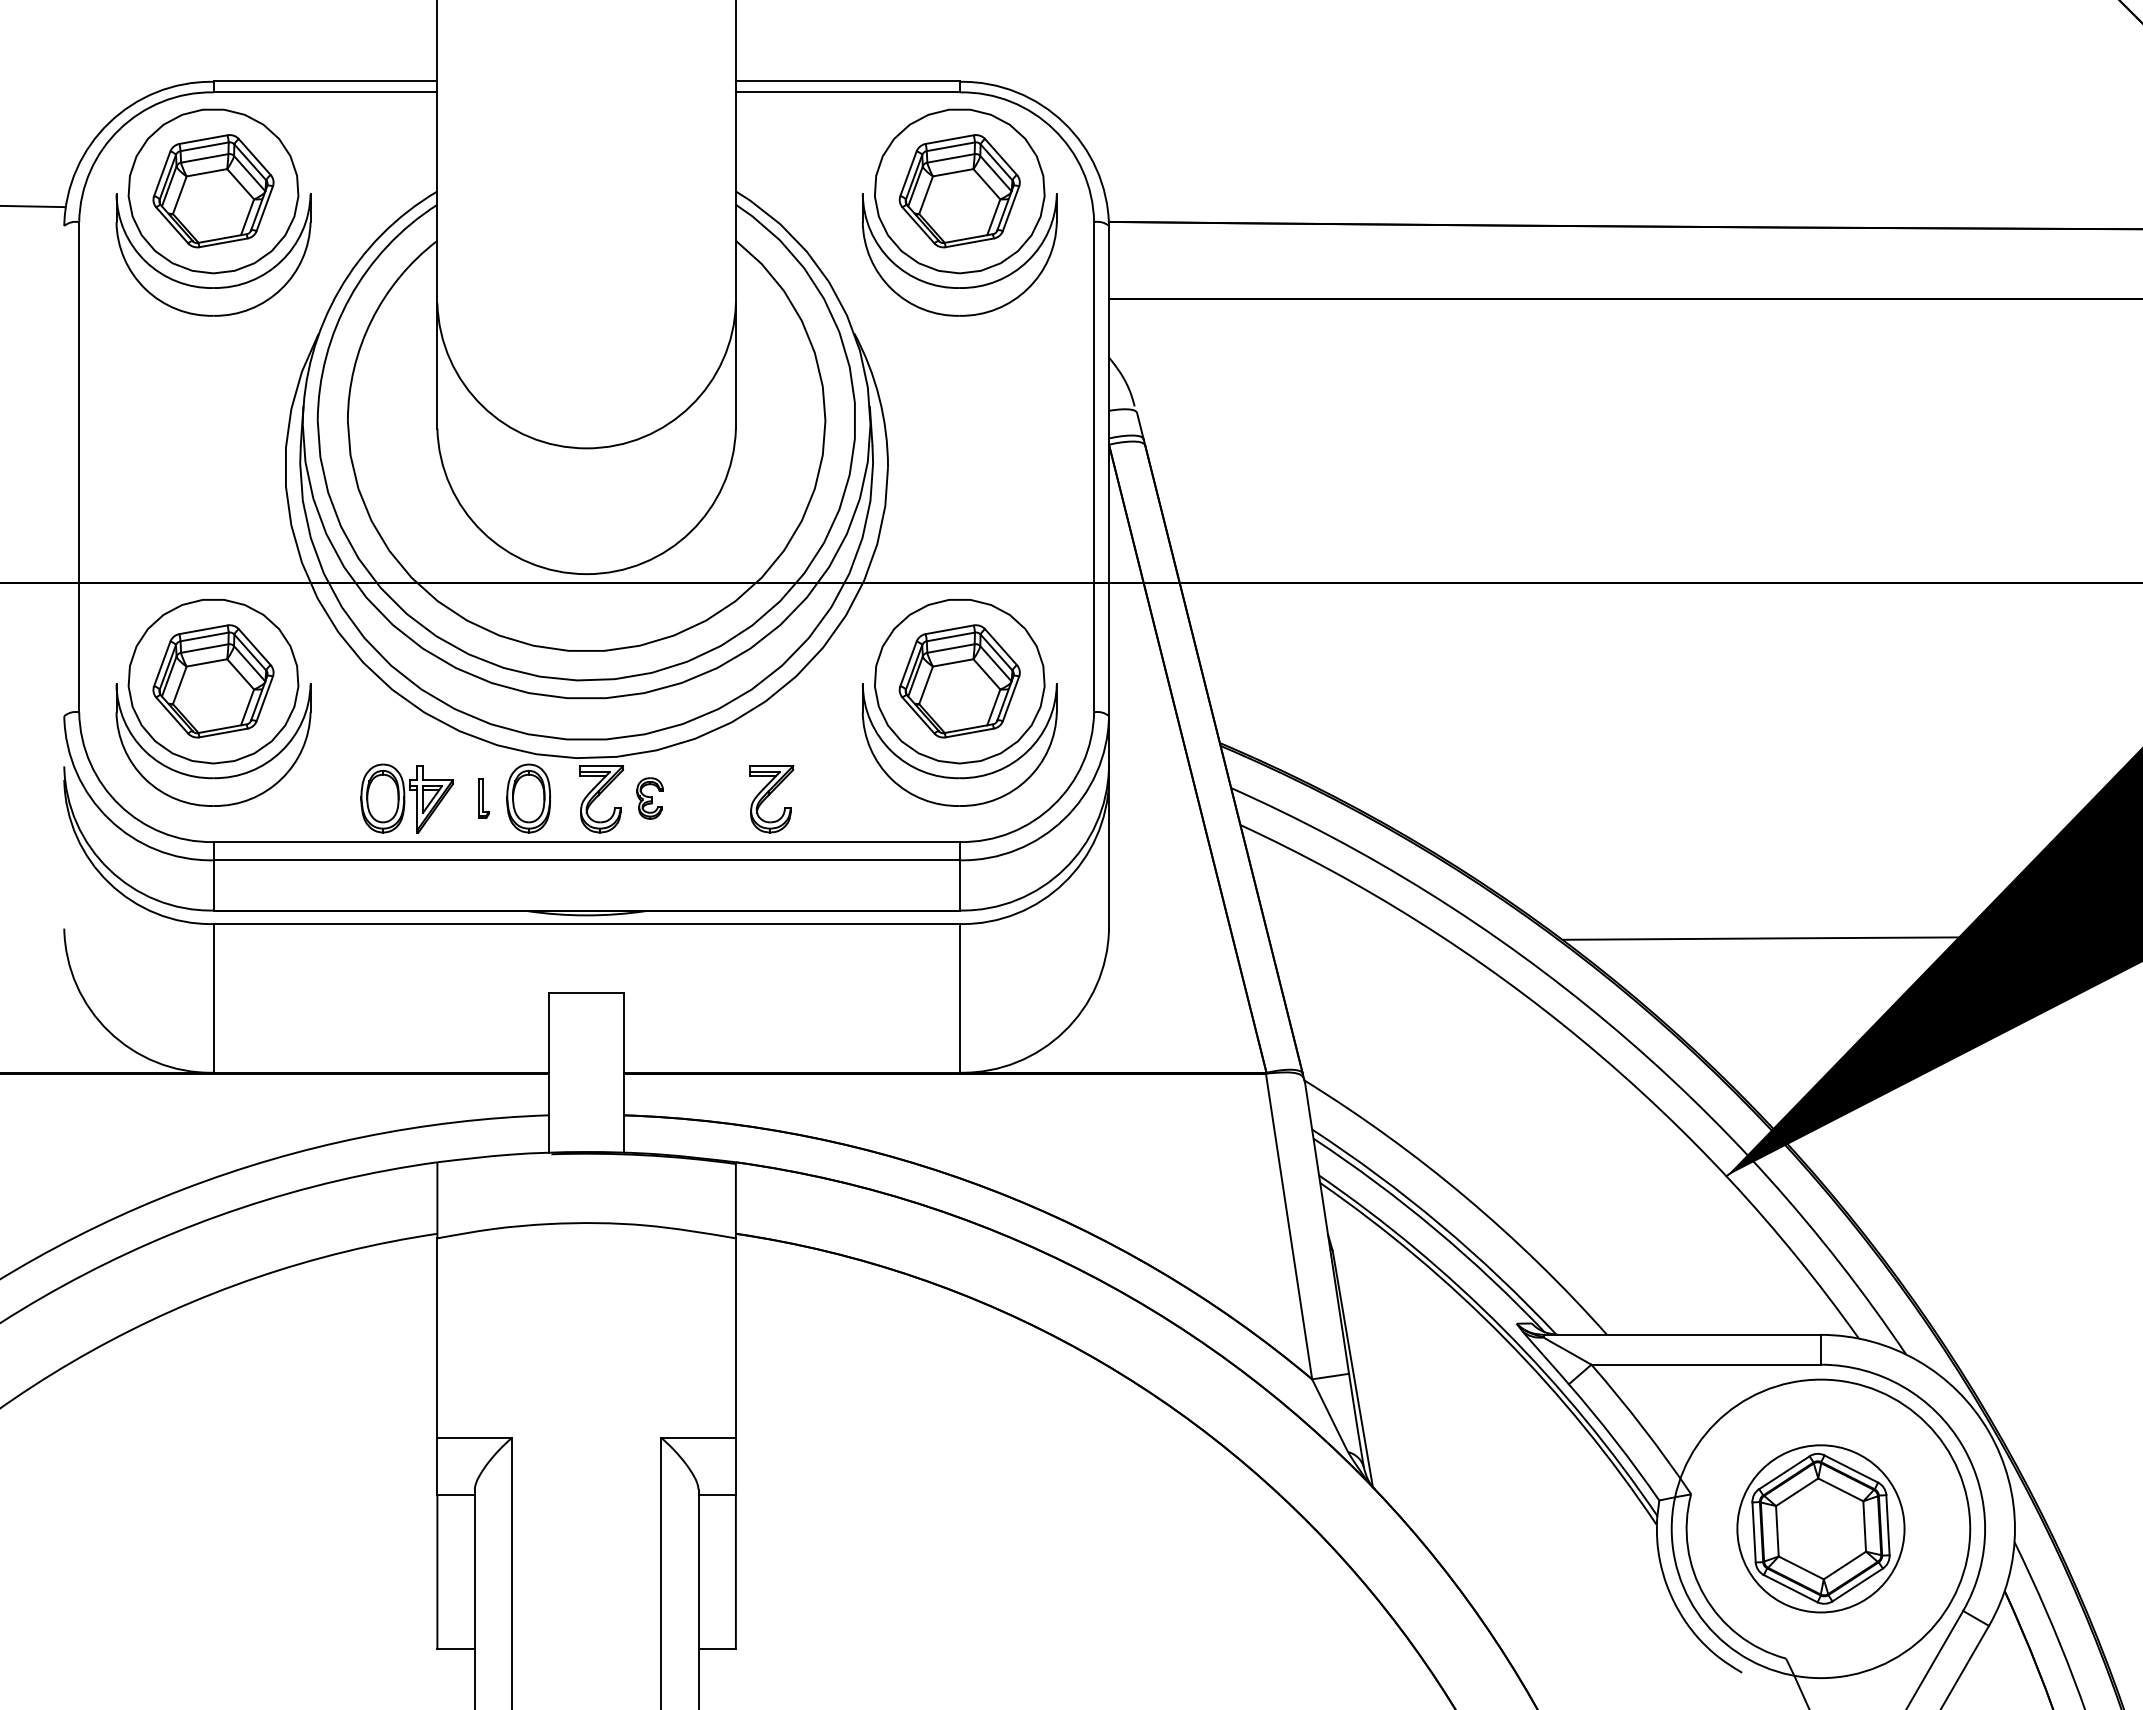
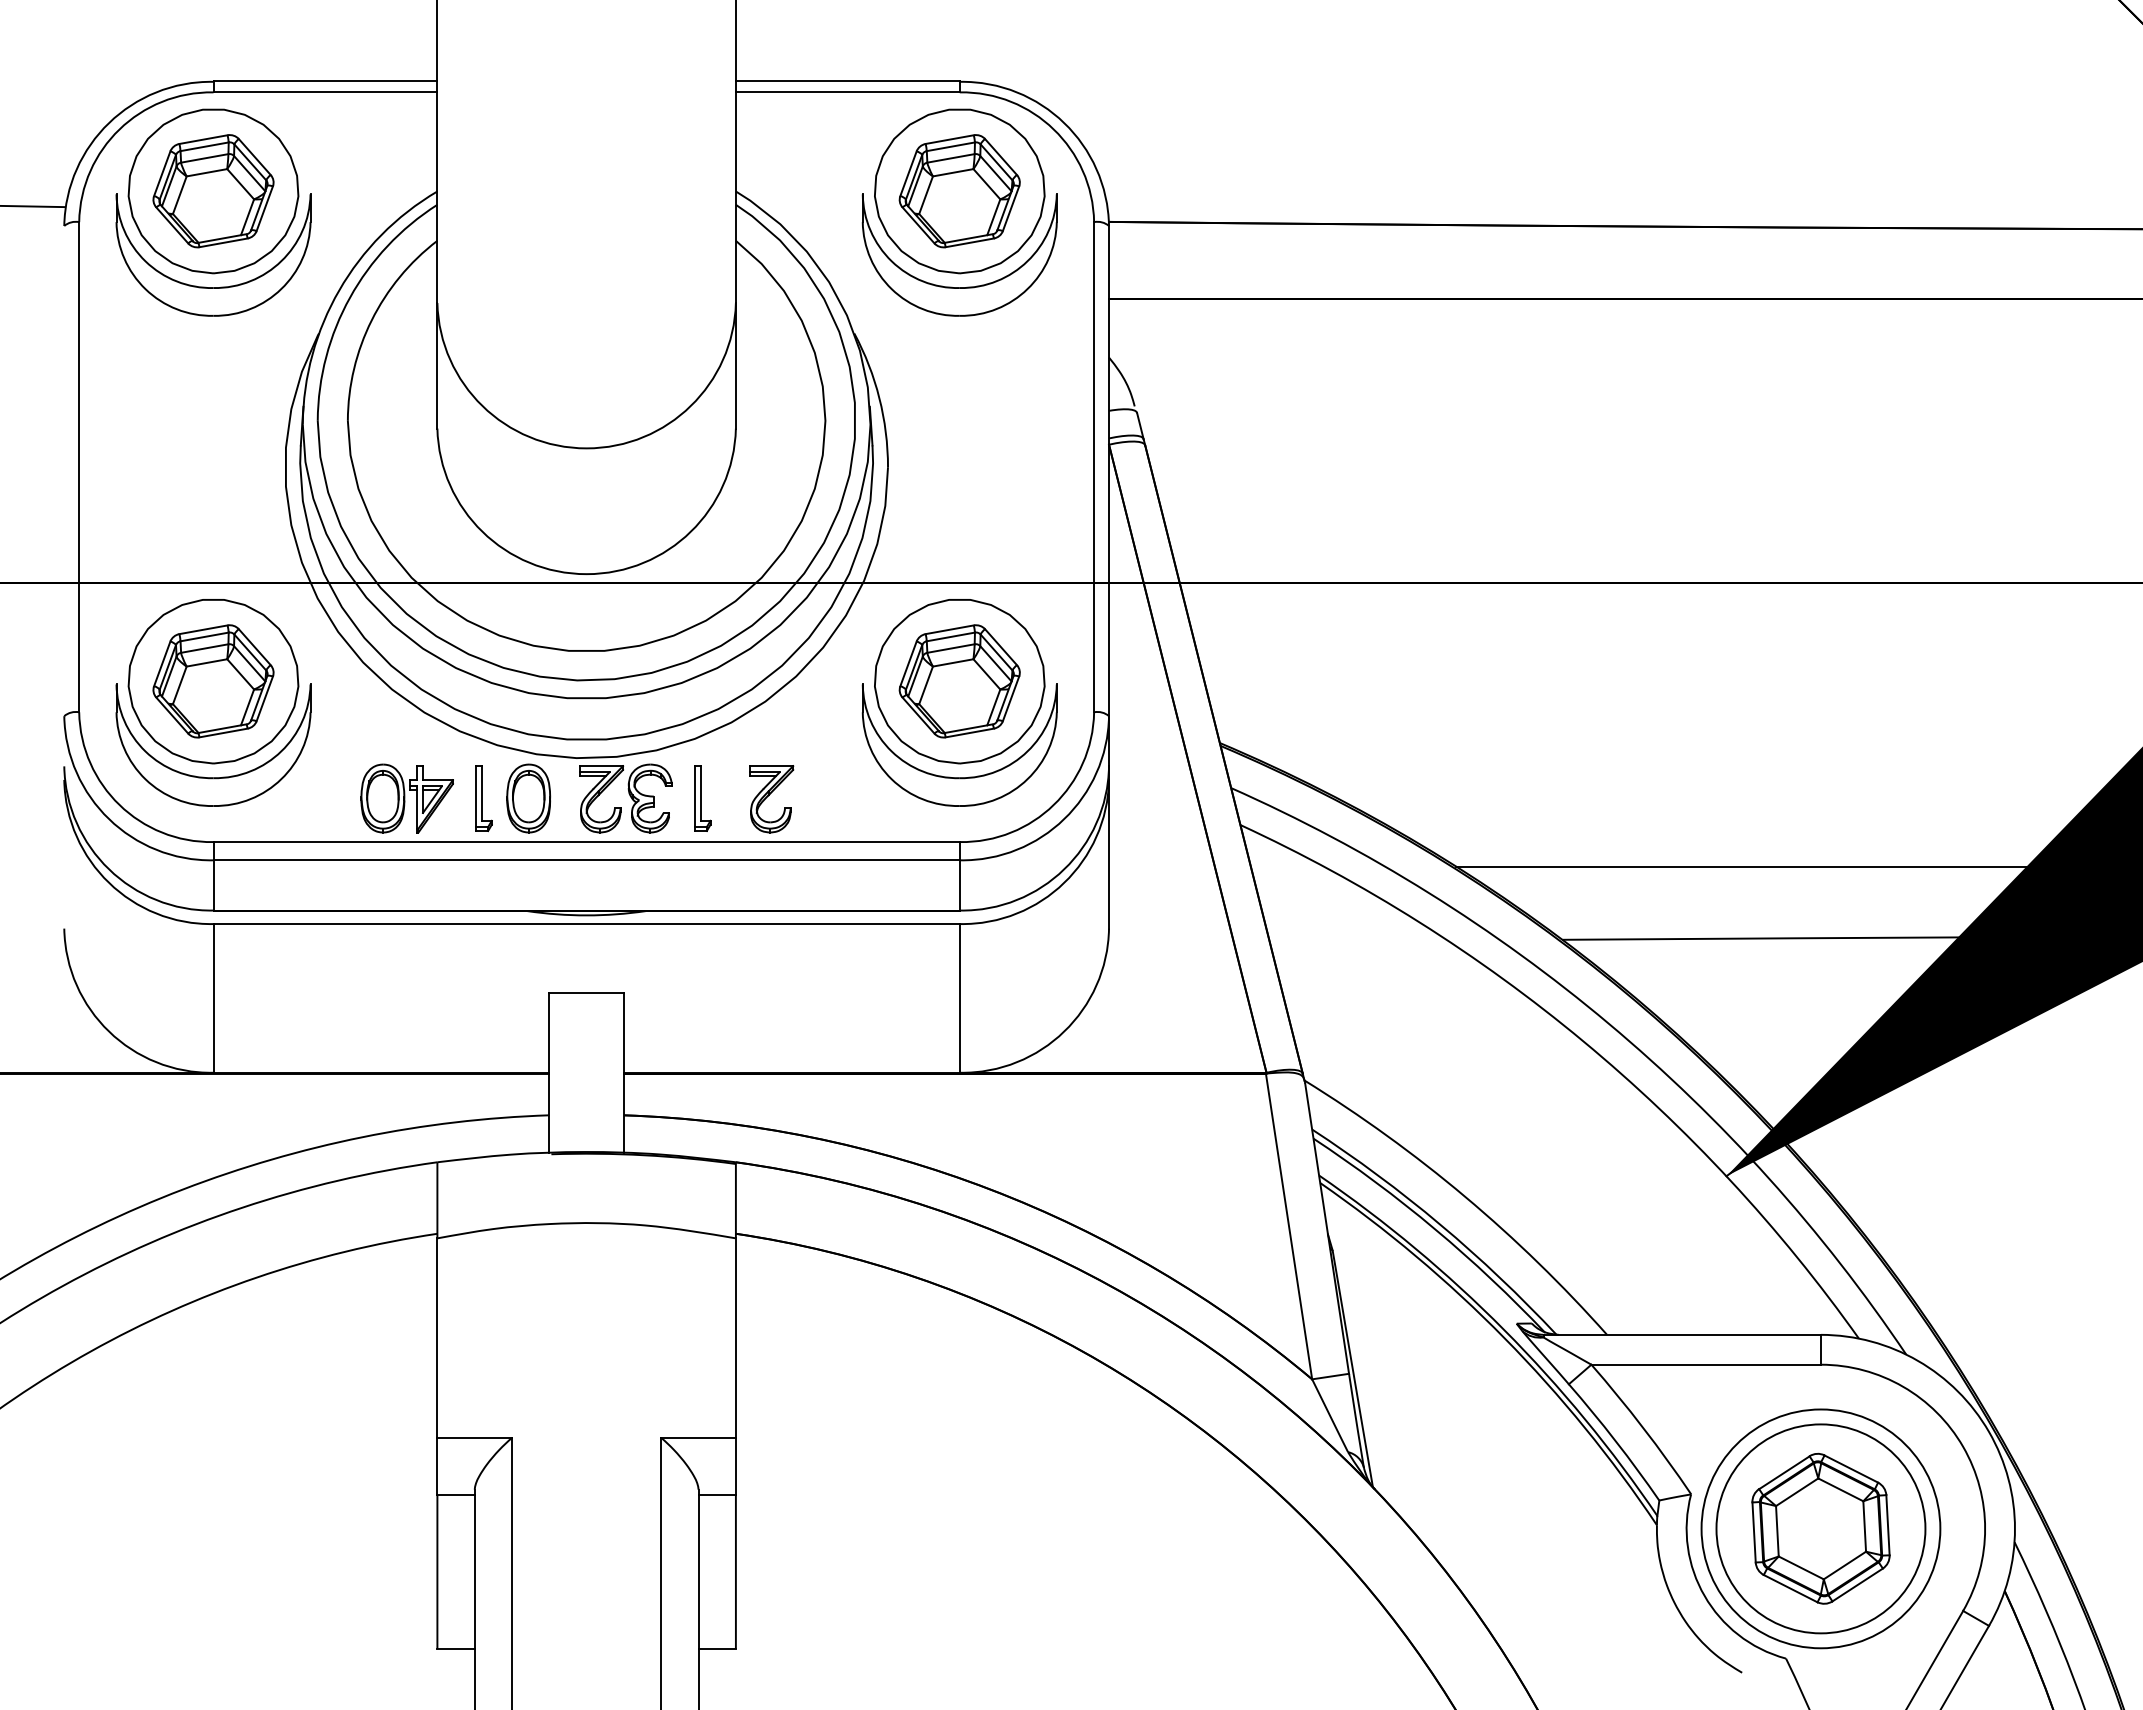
part at (483, 798) size: 12x41 px -> 18x67 px
part at (649, 798) size: 28x43 px -> 46x71 px
part at (702, 798): none -> present
line at (1797, 866): none -> present
circle at (1820, 1528) diameter: 167 px -> 209 px
circle at (1820, 1528) diameter: 298 px -> 239 px
